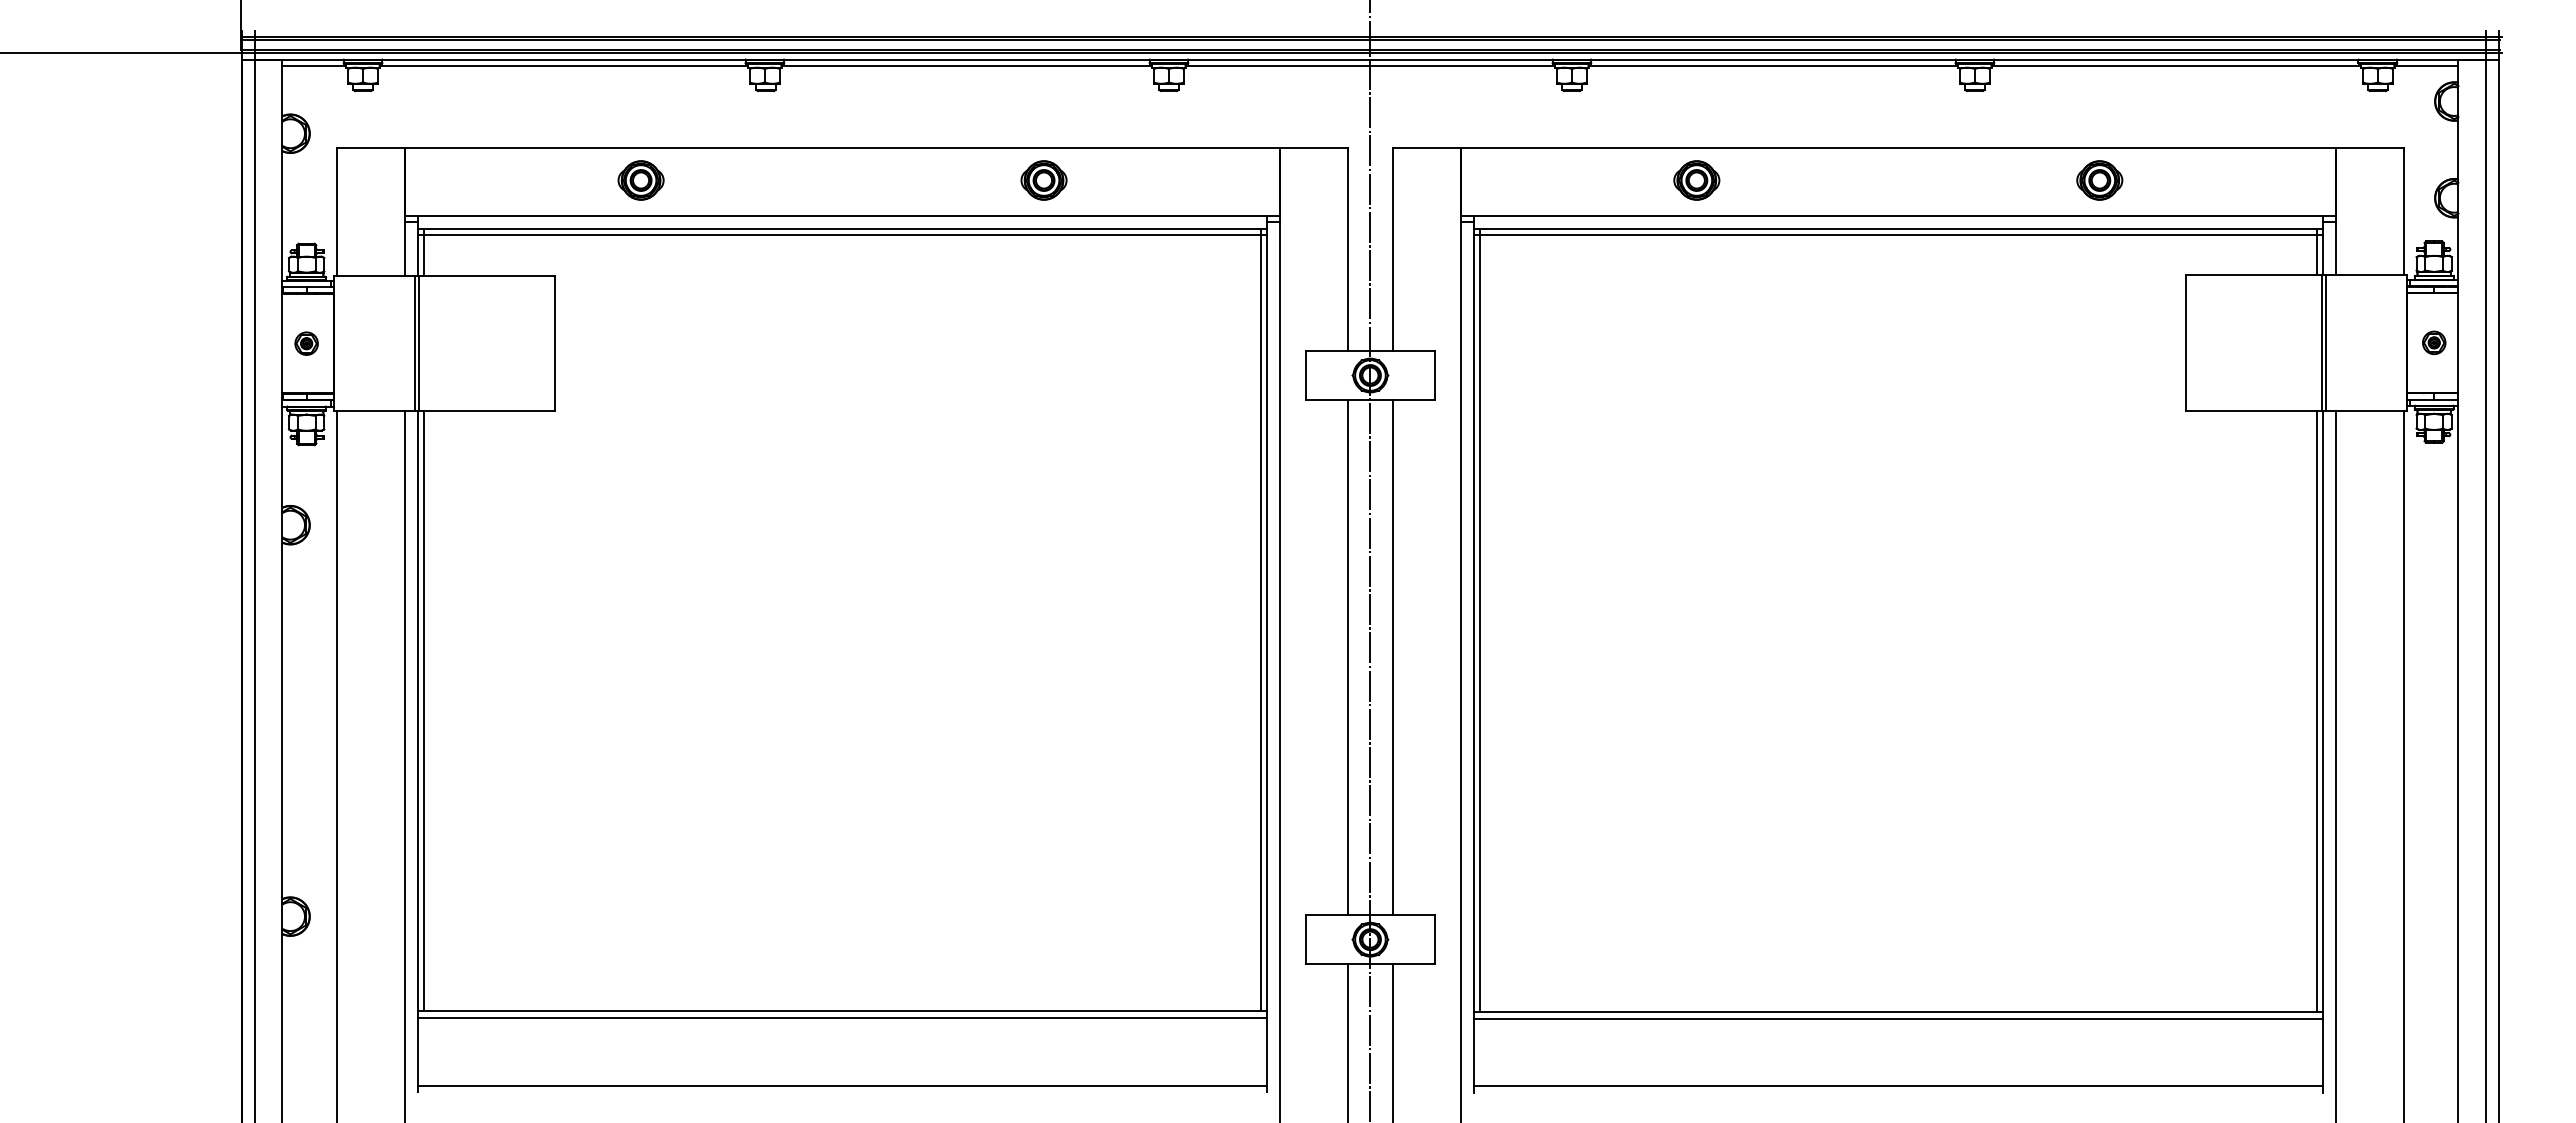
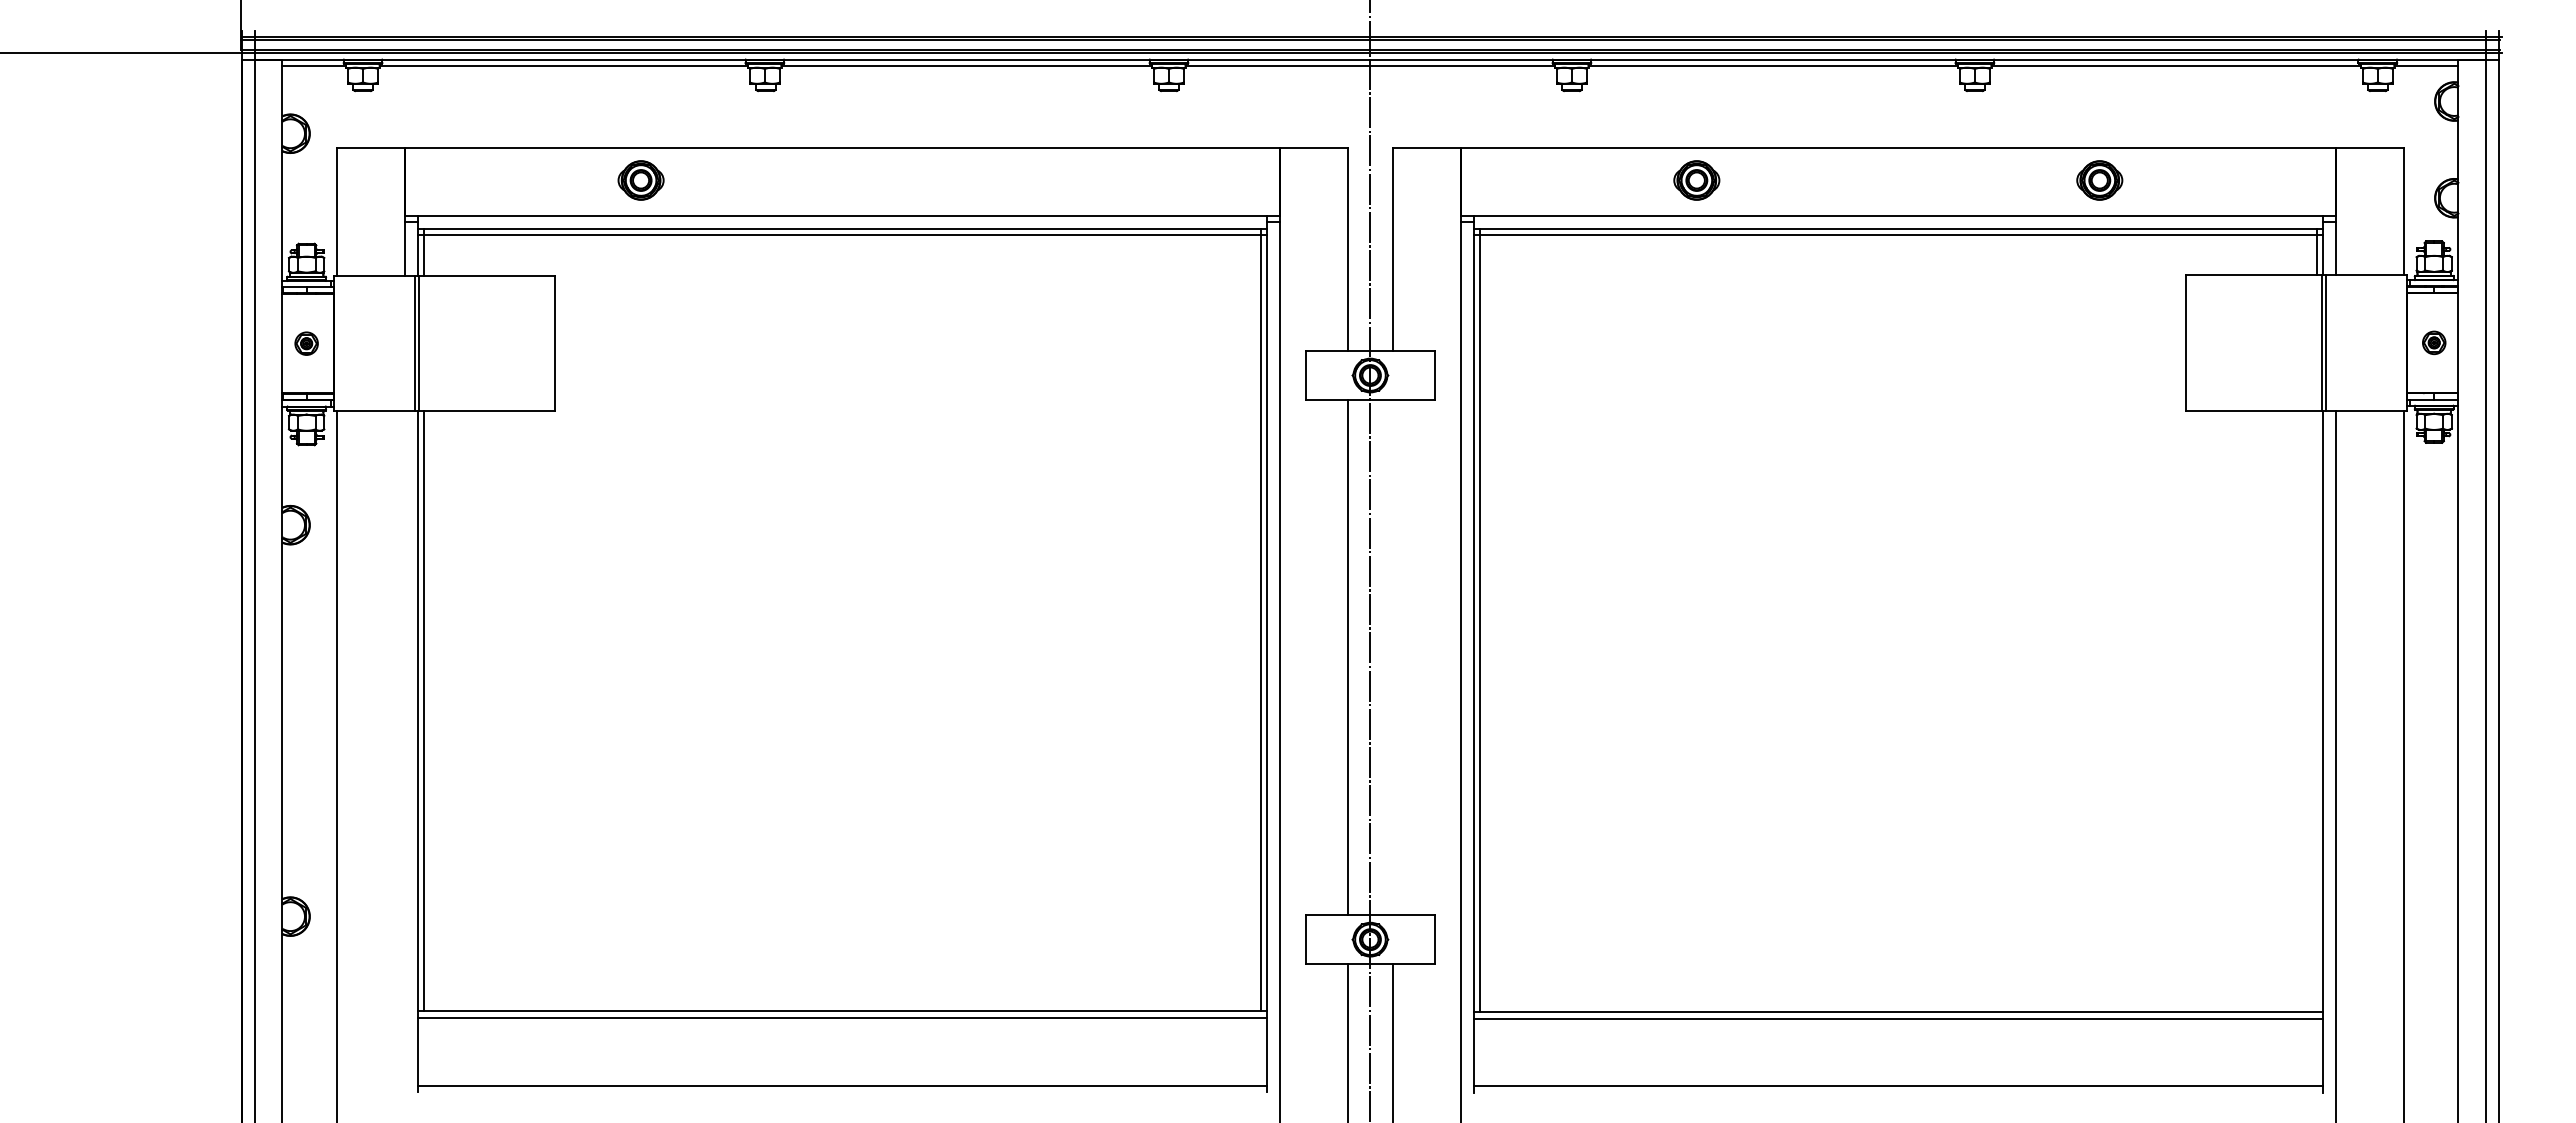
part at (1043, 180): present -> none
line at (1393, 657): present -> none
line at (2316, 711): present -> none
line at (404, 765): present -> none
